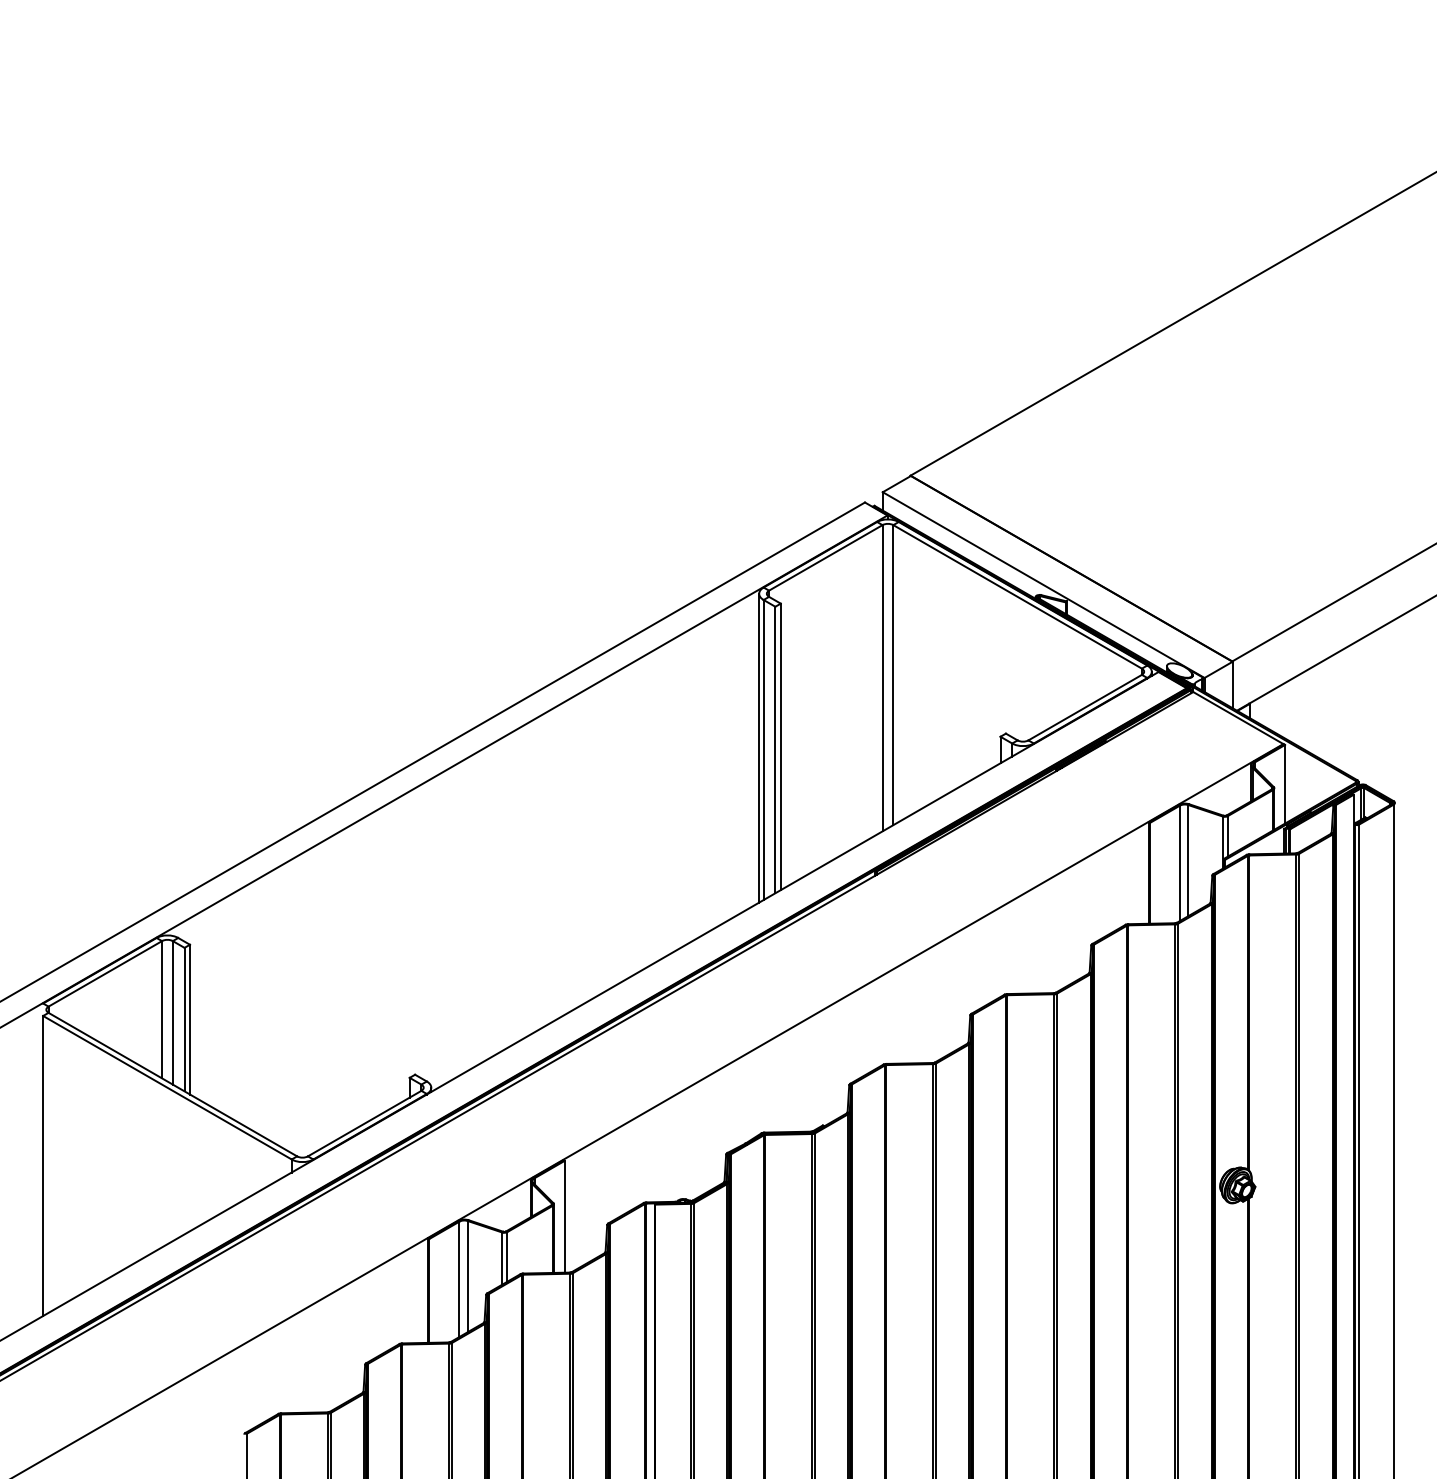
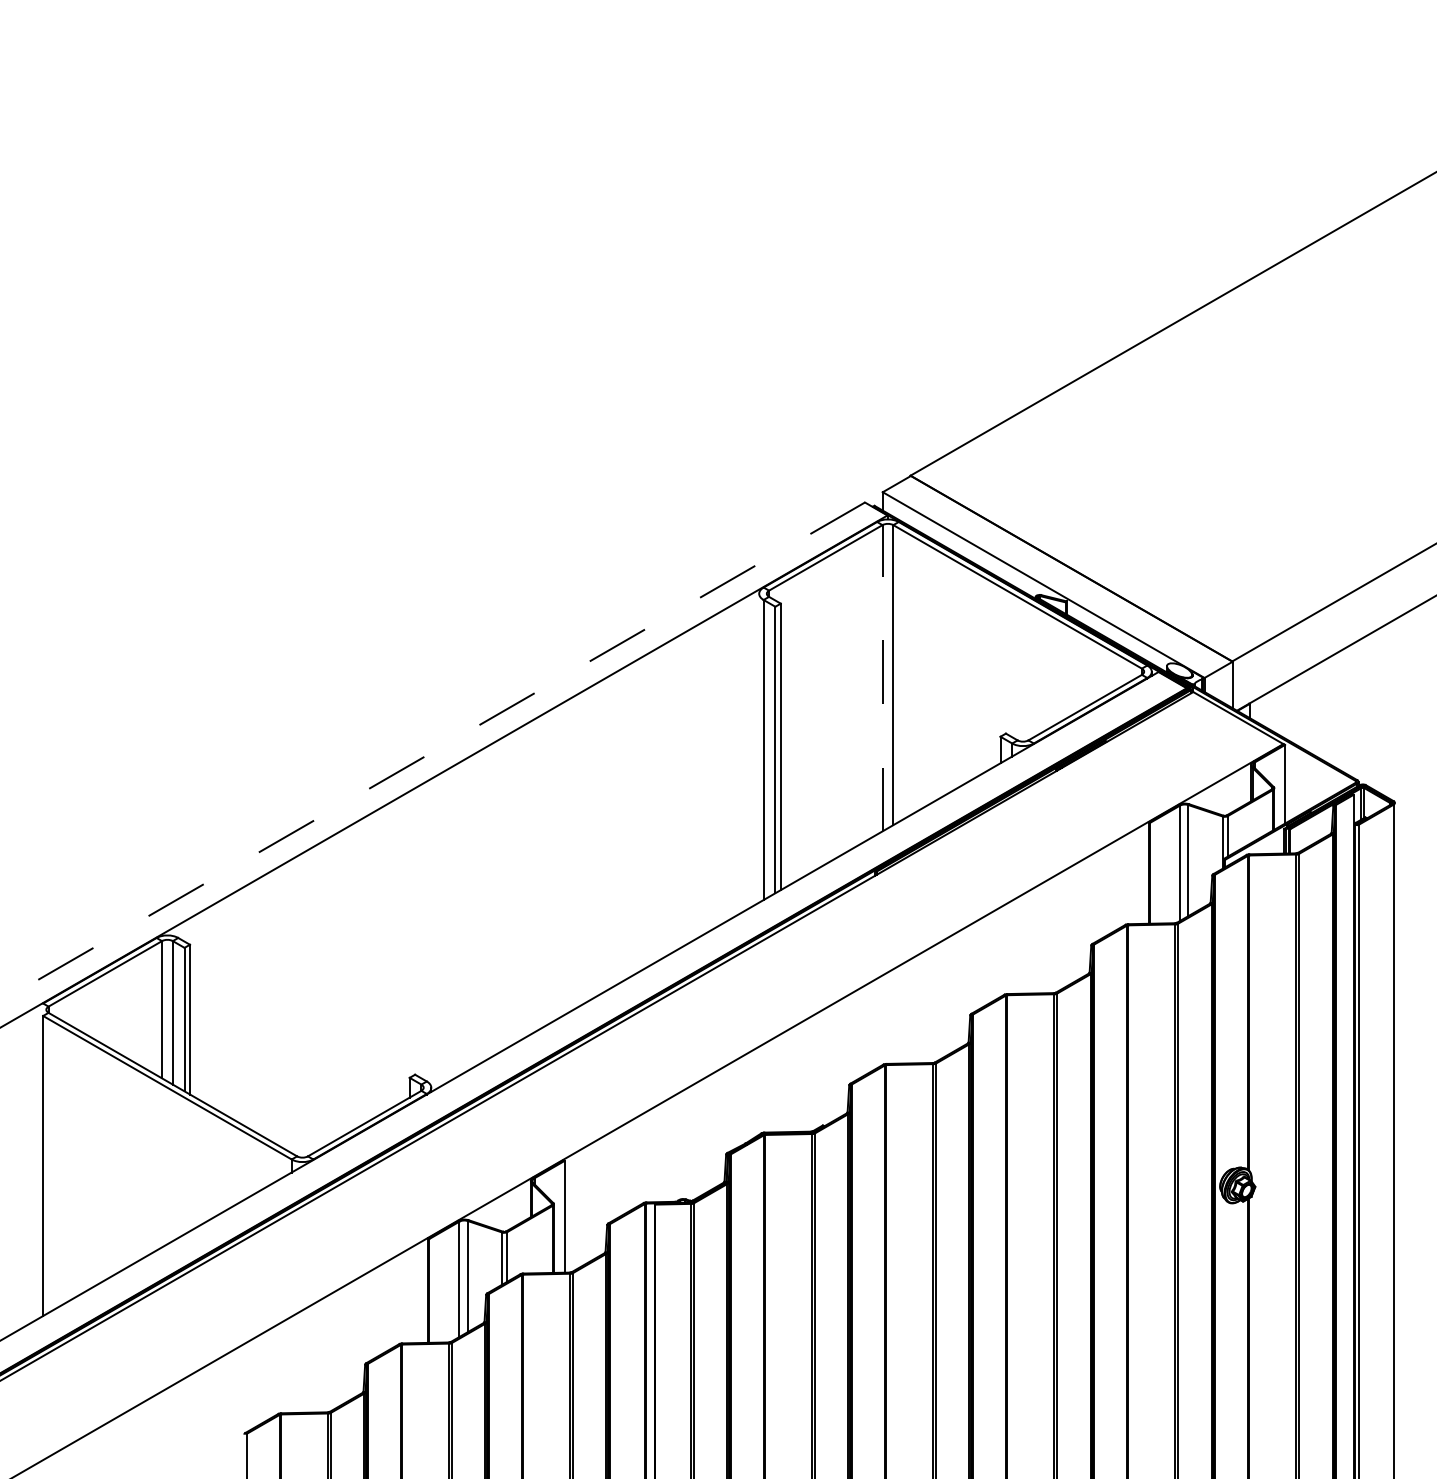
line at (882, 677): solid -> dashed
line at (759, 747): present -> none
line at (432, 752): solid -> dashed
